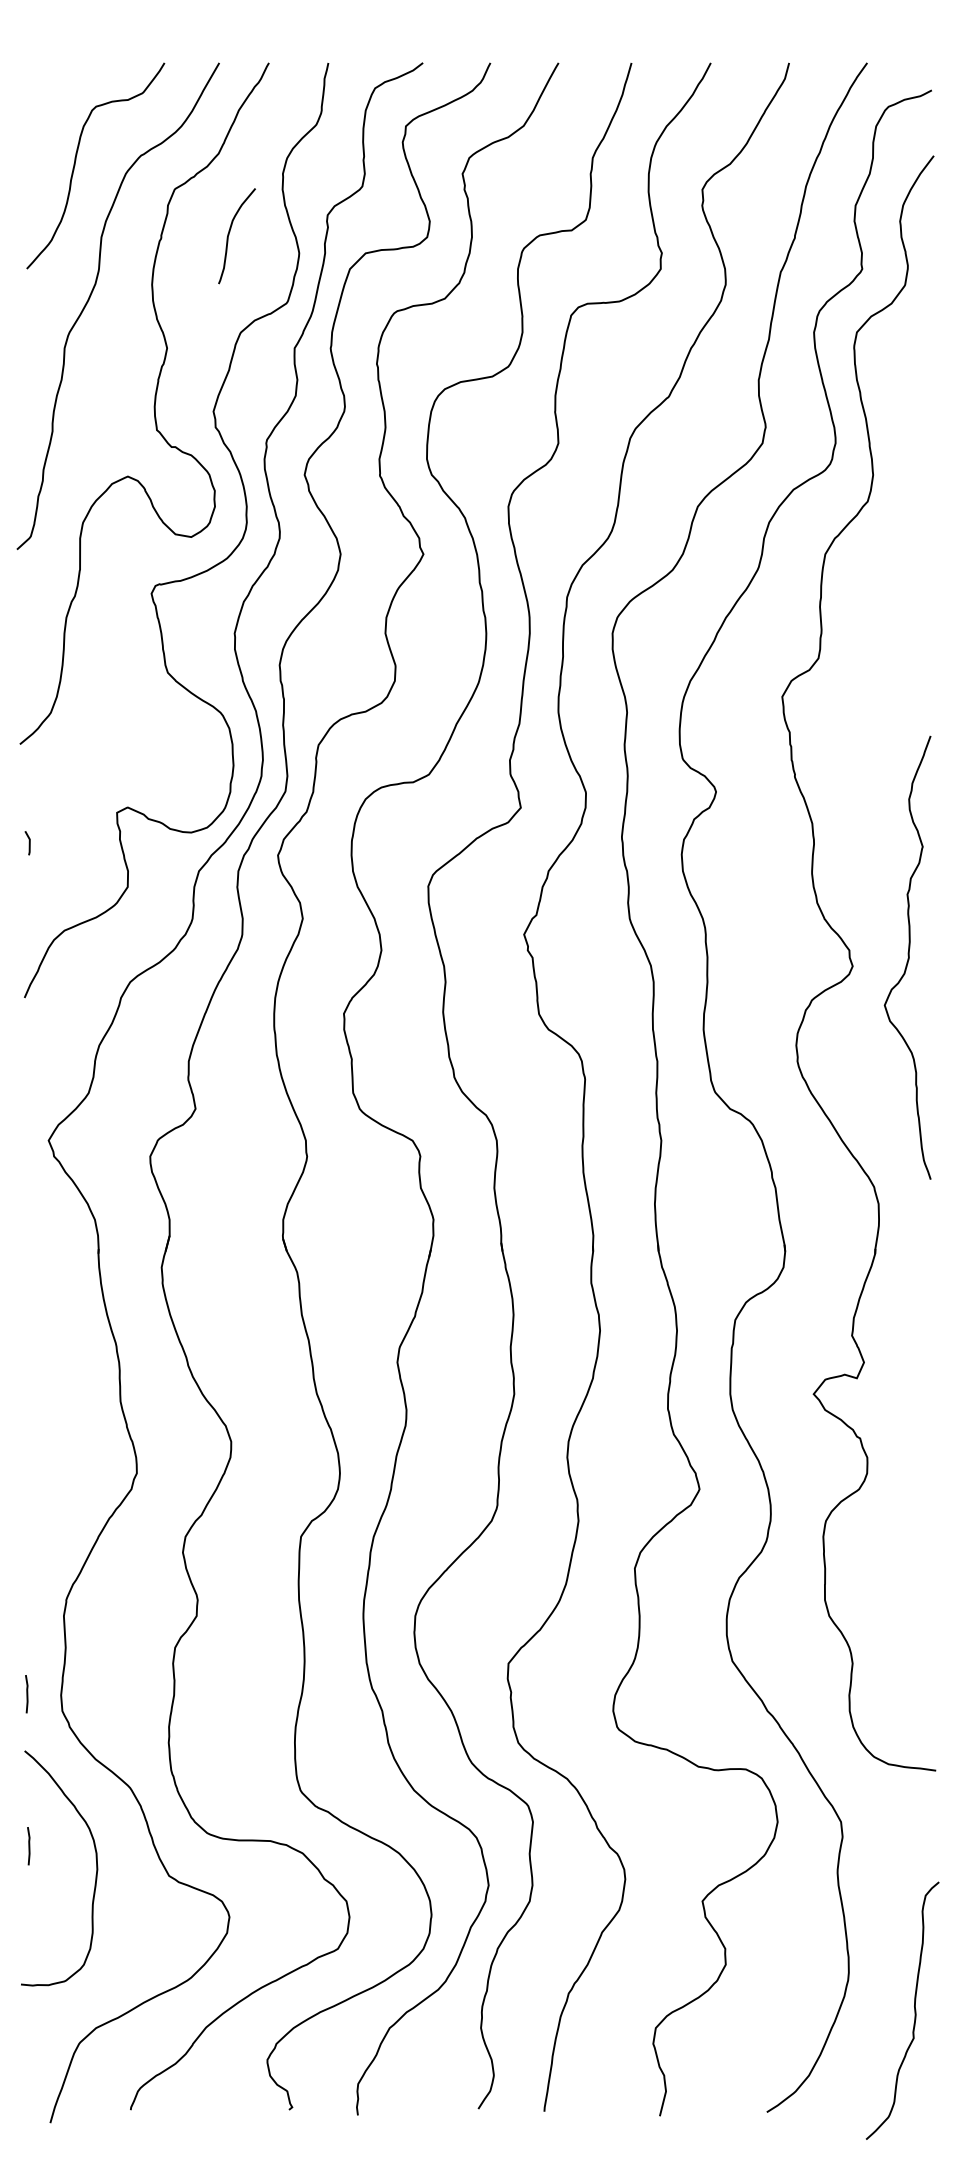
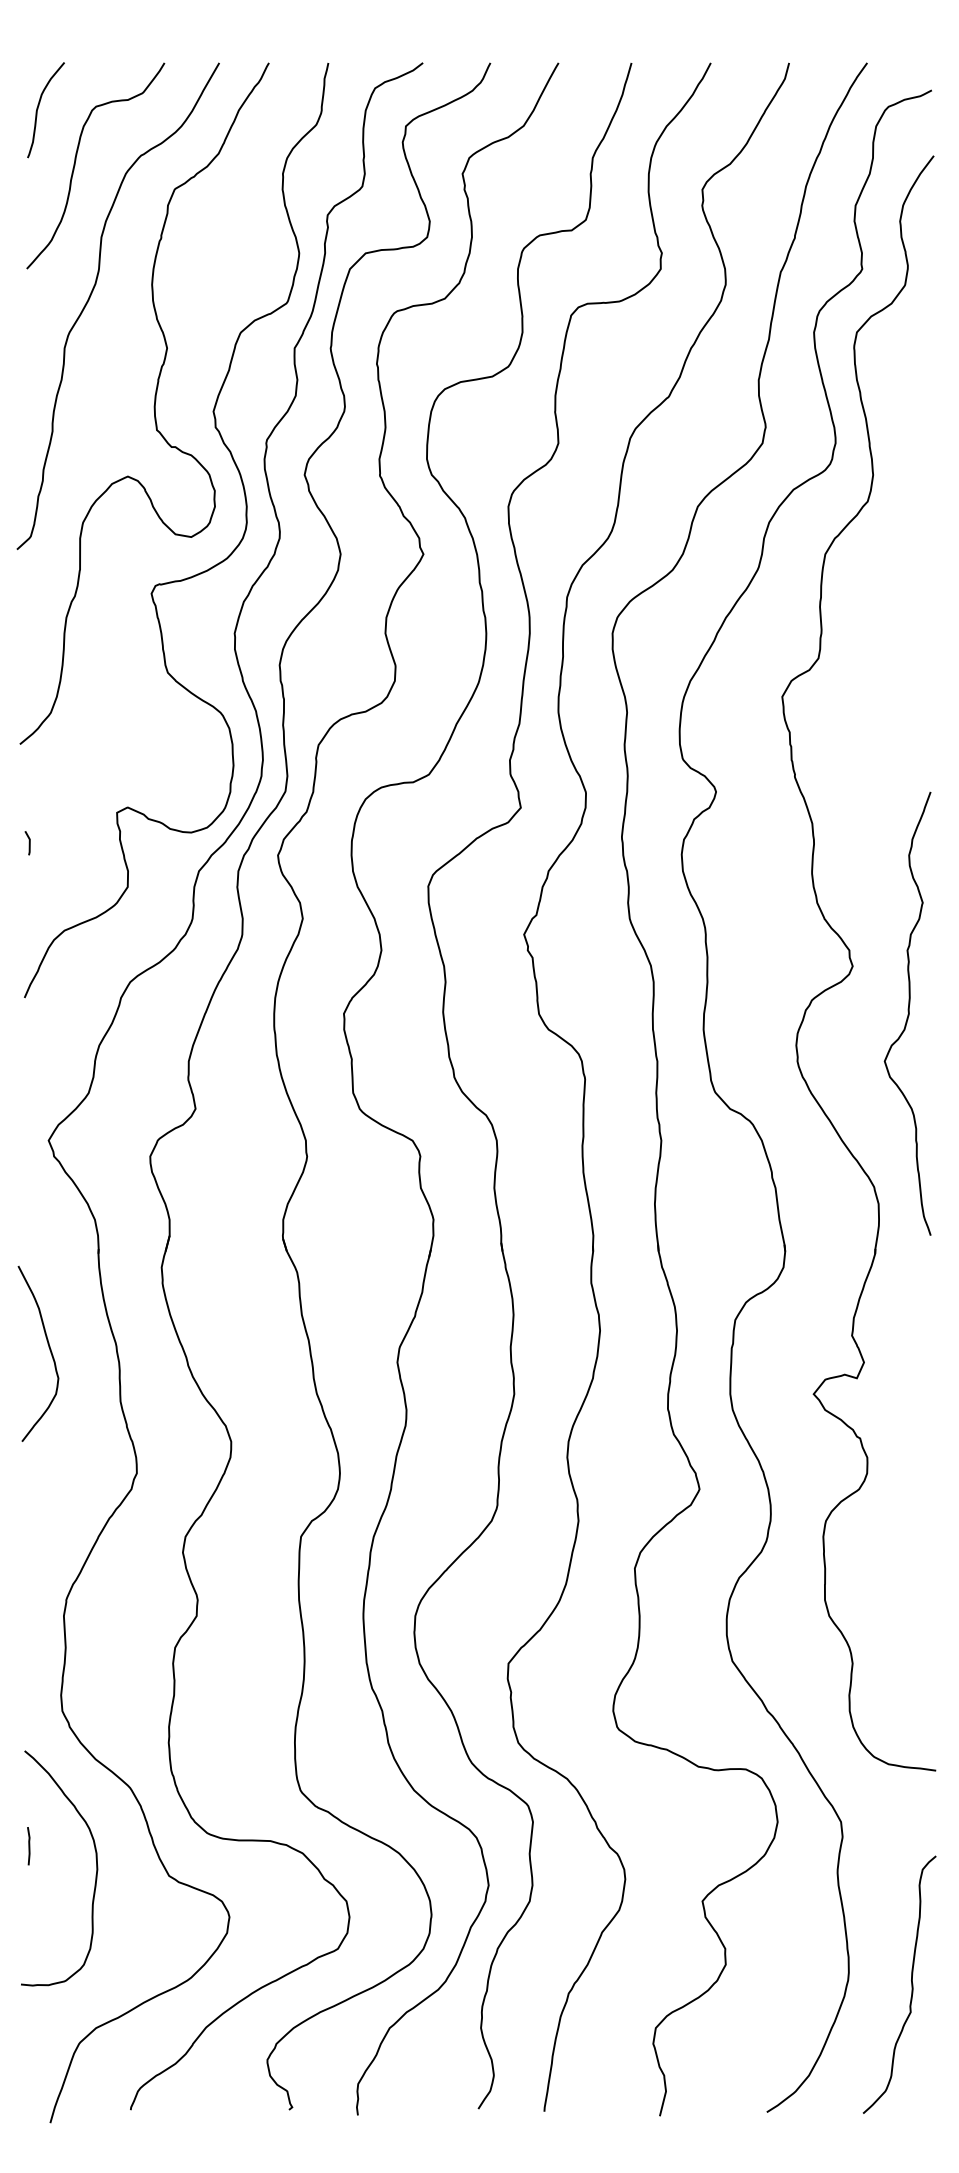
curve at (229, 235) position: (229, 235) -> (38, 109)
curve at (908, 957) position: (908, 957) -> (908, 1013)
curve at (49, 1350): none -> present
line at (26, 1694): present -> none
curve at (914, 2010) position: (914, 2010) -> (911, 1984)
